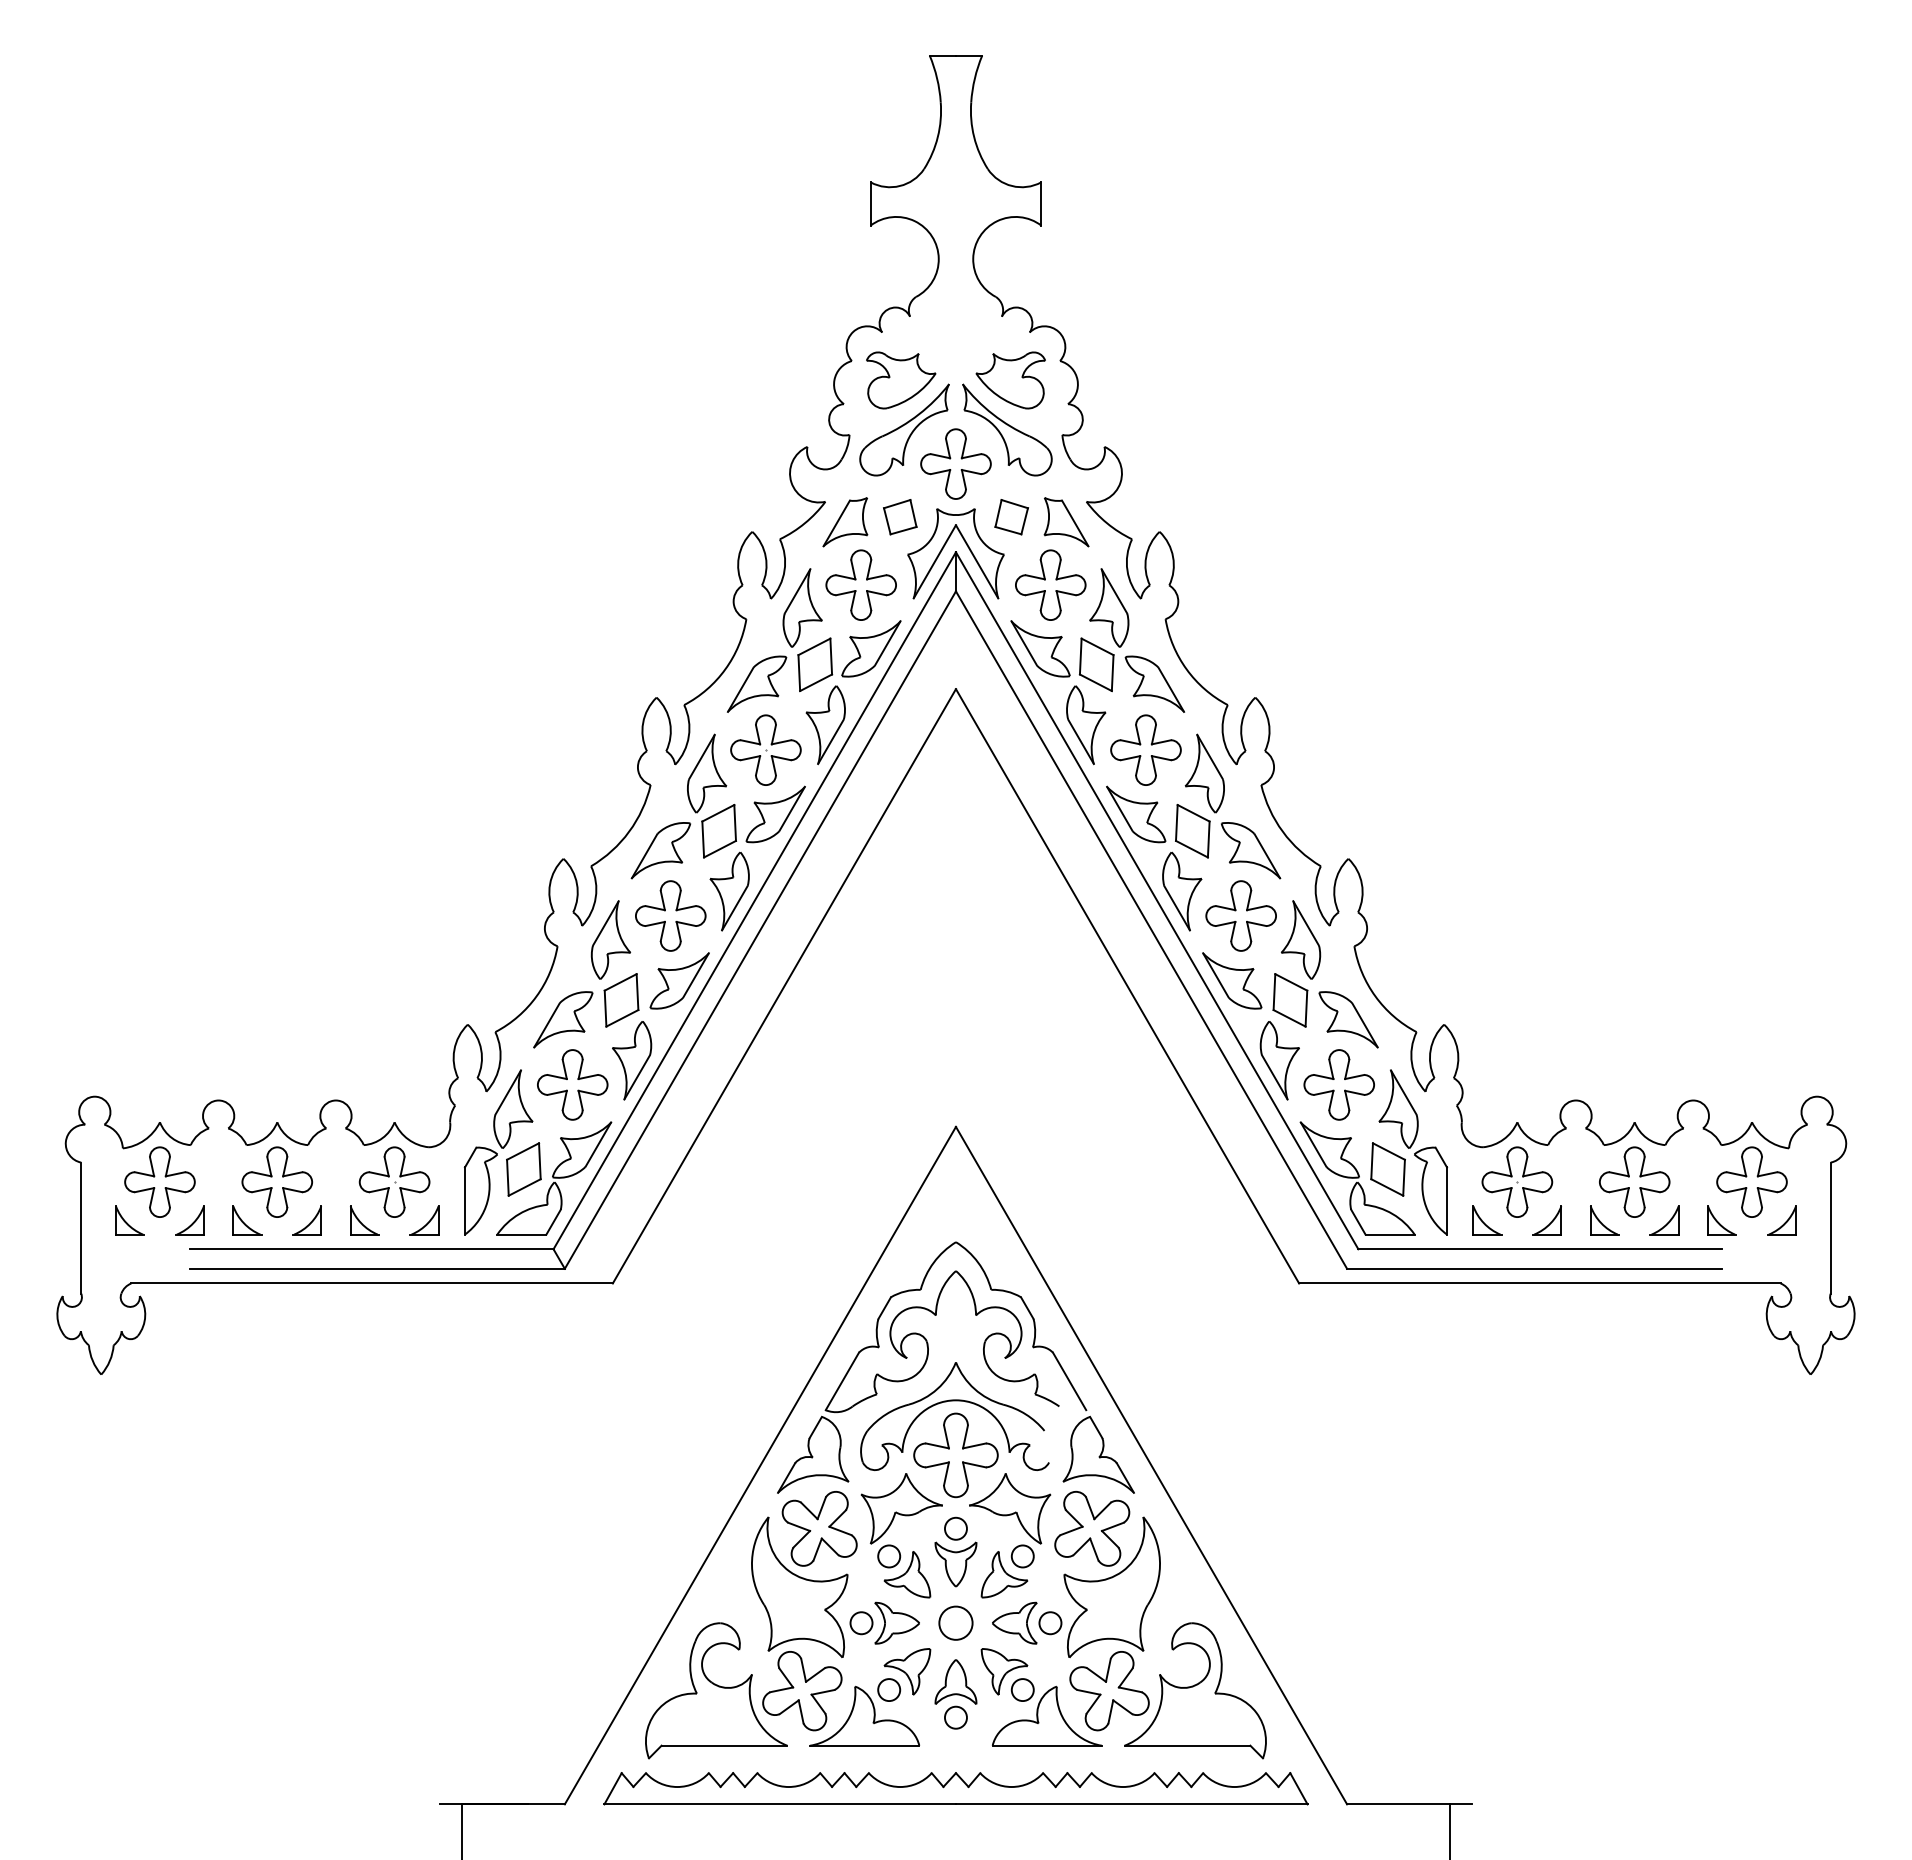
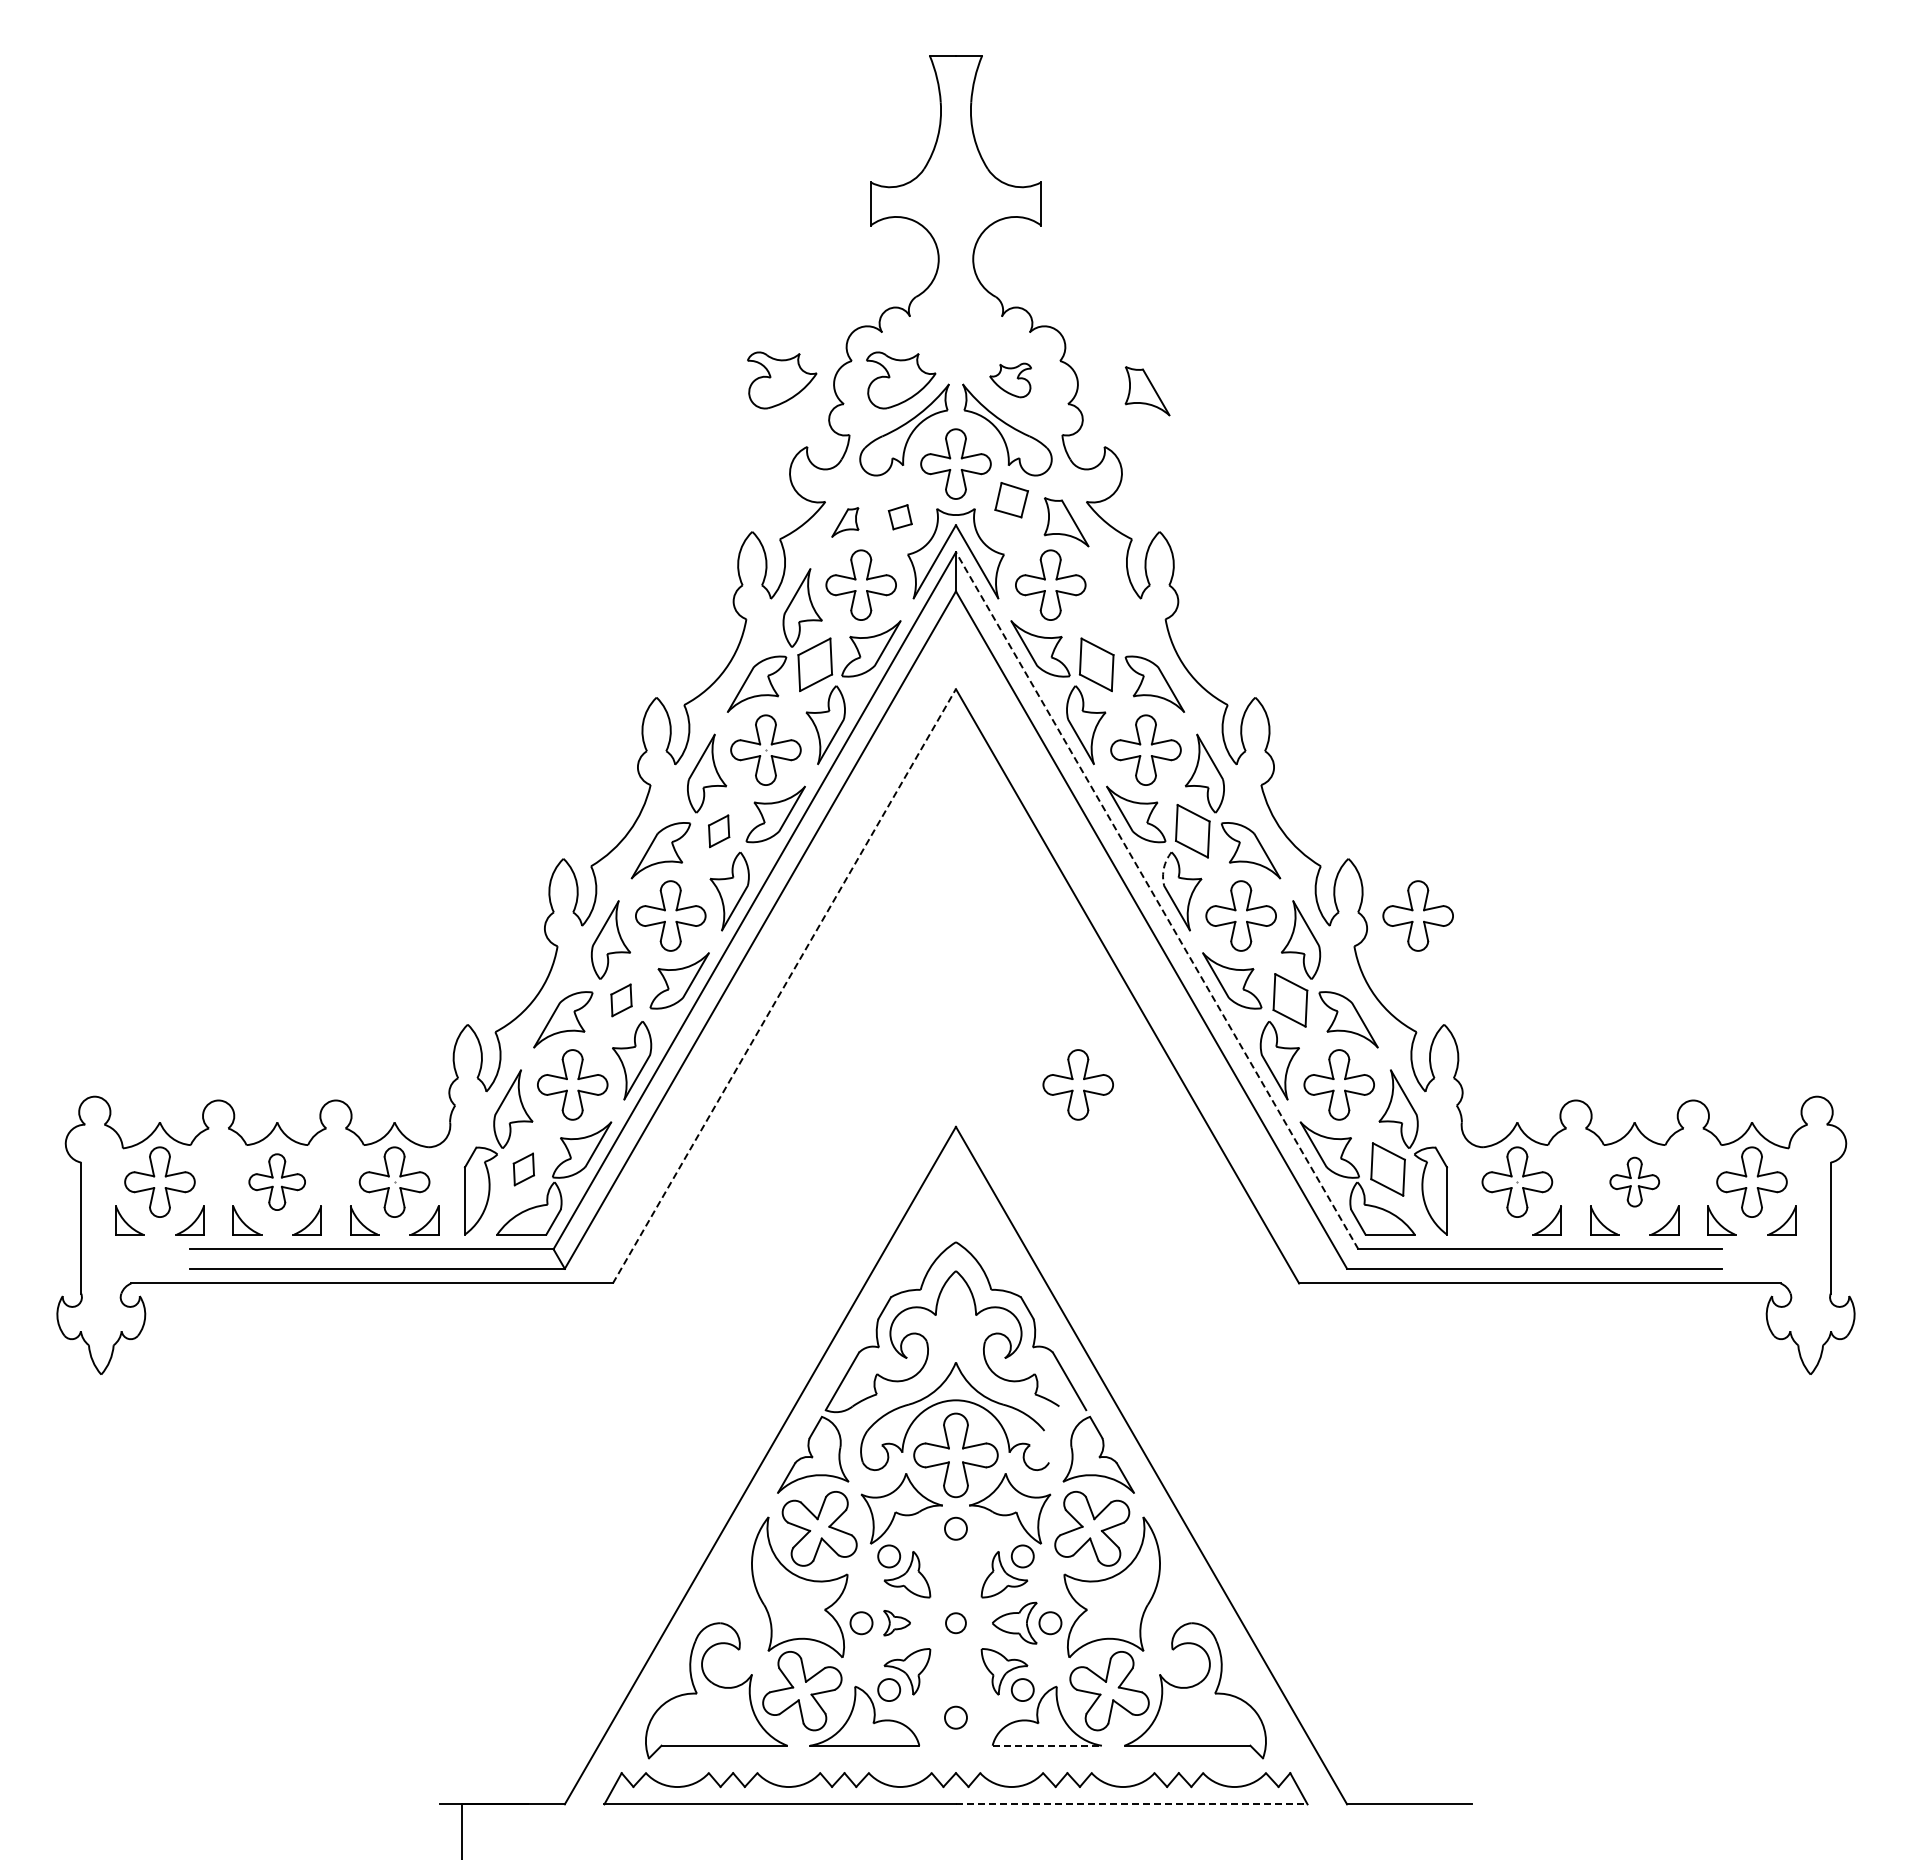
part at (782, 380): none -> present
part at (1010, 380) size: 71x59 px -> 43x37 px
part at (1147, 391): none -> present
part at (900, 517) size: 35x37 px -> 26x27 px
part at (1011, 517) position: (1011, 517) -> (1011, 500)
part at (845, 522) size: 47x51 px -> 29x31 px
part at (1109, 607): present -> none
part at (718, 831) size: 36x55 px -> 23x35 px
arc at (1163, 868): solid -> dashed
line at (1156, 900): solid -> dashed
part at (1417, 915): none -> present
line at (784, 985): solid -> dashed
part at (621, 1000) size: 37x55 px -> 23x35 px
part at (1077, 1084): none -> present
part at (523, 1169) size: 36x55 px -> 24x35 px
part at (276, 1181) size: 72x72 px -> 58x58 px
part at (1634, 1181) size: 72x72 px -> 52x52 px
part at (1487, 1220): present -> none
part at (955, 1564): present -> none
part at (896, 1622) size: 46x44 px -> 28x27 px
circle at (955, 1622) diameter: 33 px -> 20 px
part at (955, 1681): present -> none
line at (1047, 1745): solid -> dashed
line at (1131, 1804): solid -> dashed
line at (1449, 1830): present -> none
